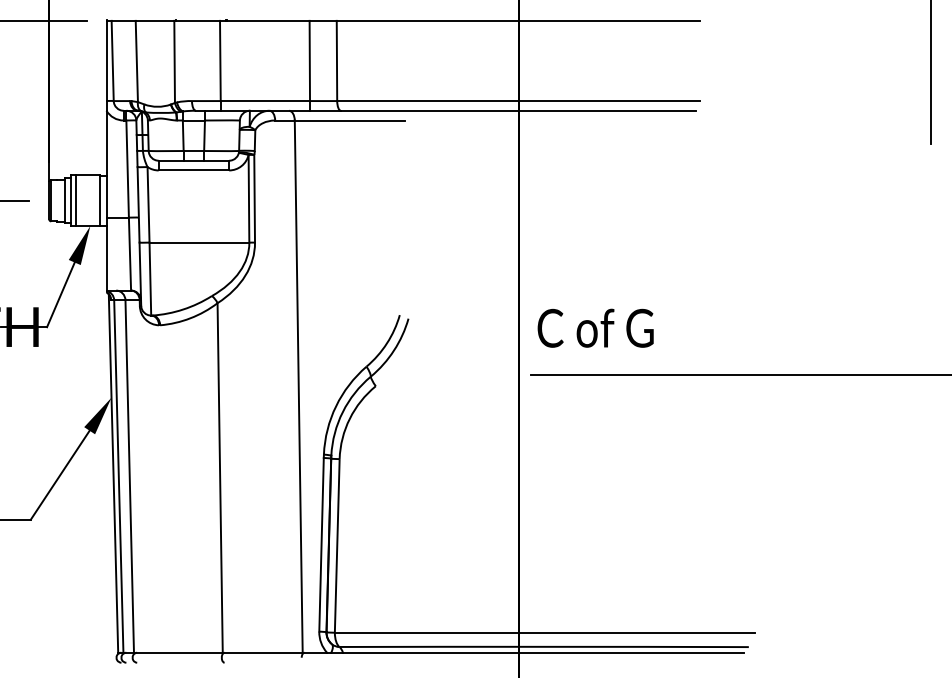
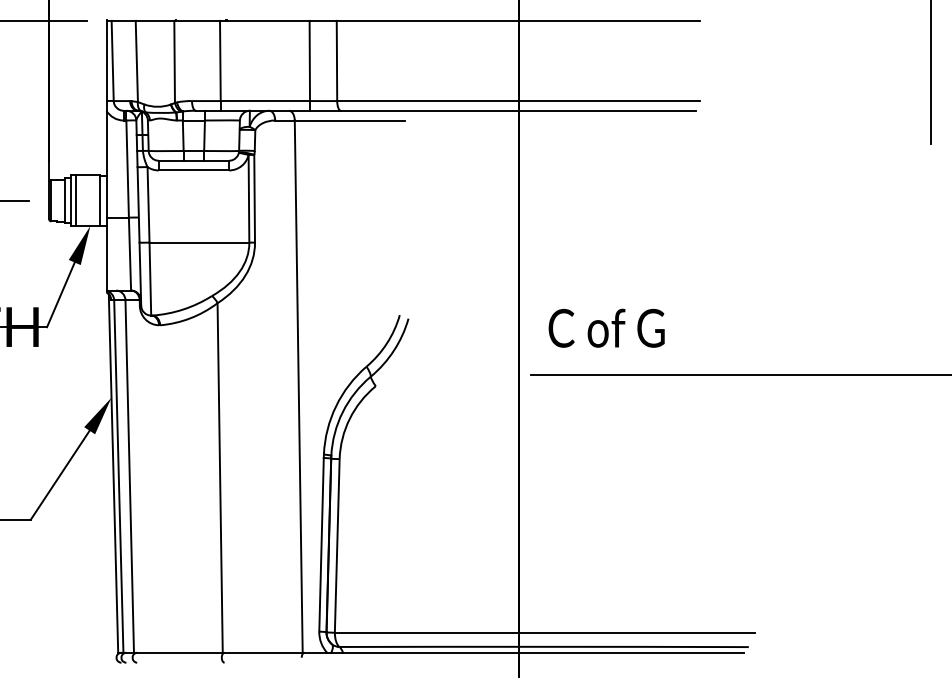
text at (595, 327) position: (595, 327) -> (606, 327)
